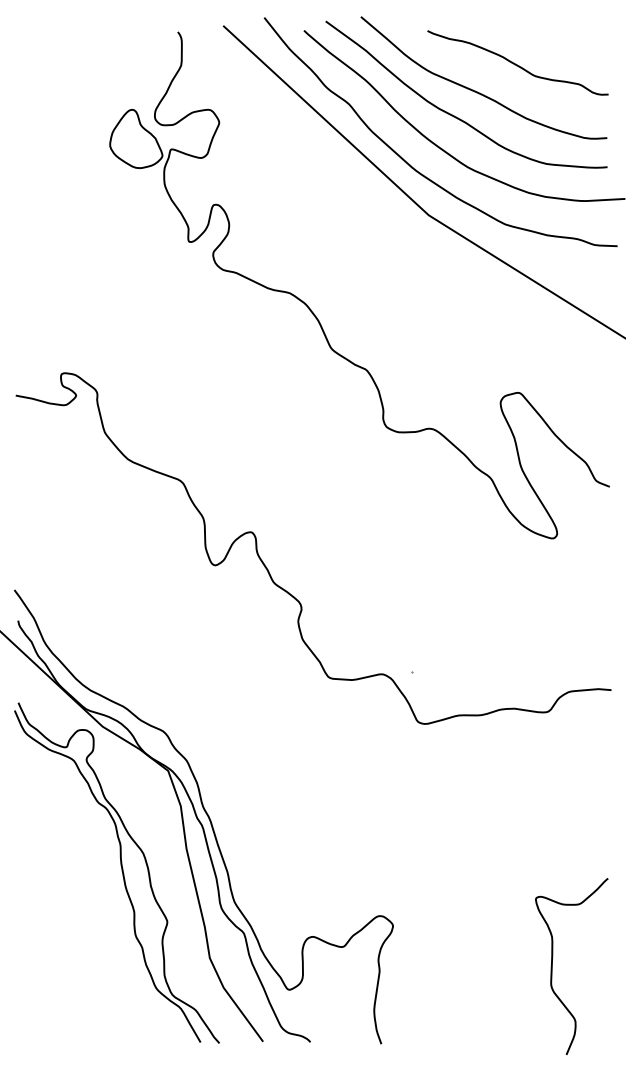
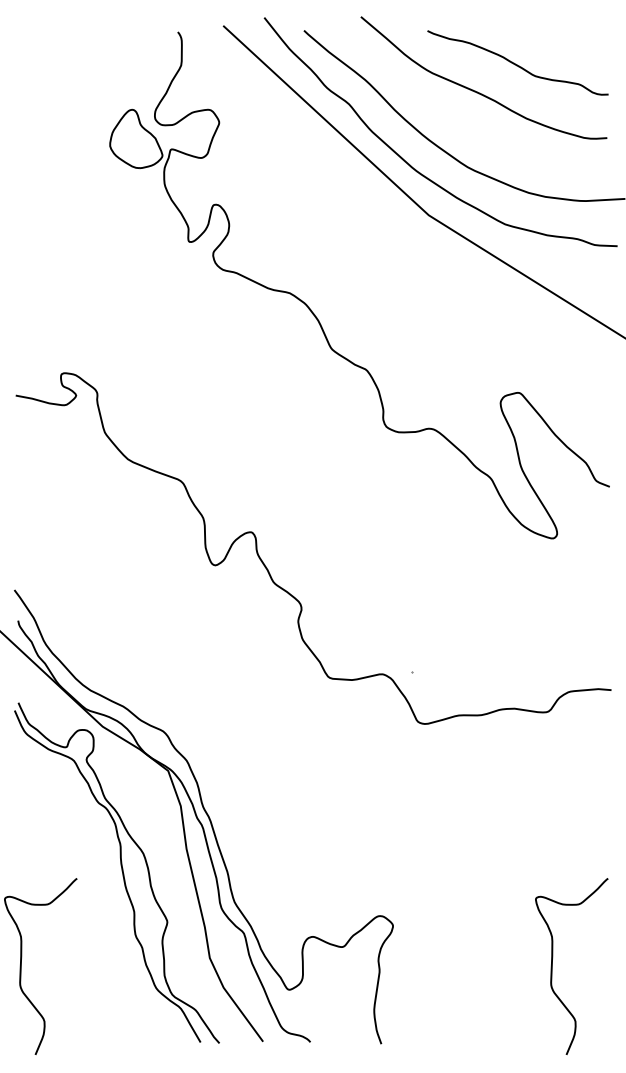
curve at (456, 116): present -> none
curve at (21, 966): none -> present
